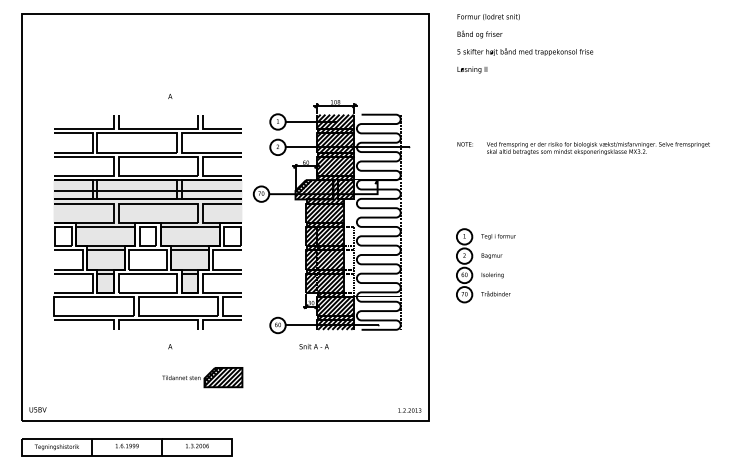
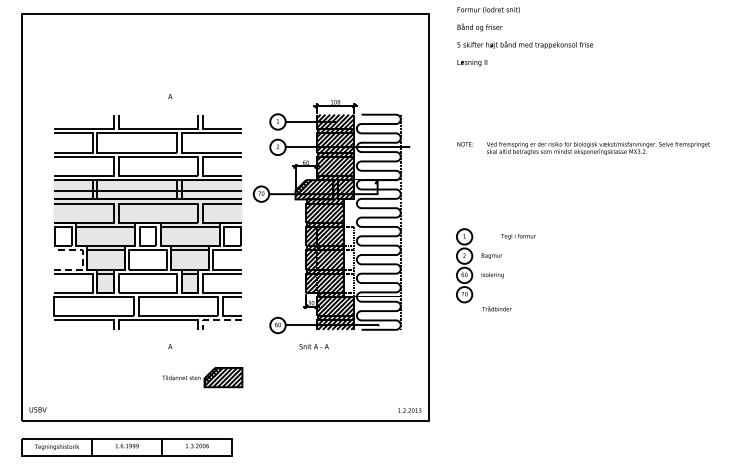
text at (525, 43) position: (525, 43) -> (525, 36)
text at (498, 236) position: (498, 236) -> (518, 236)
line at (82, 259): solid -> dashed
text at (495, 293) position: (495, 293) -> (496, 308)
line at (216, 320): solid -> dashed
